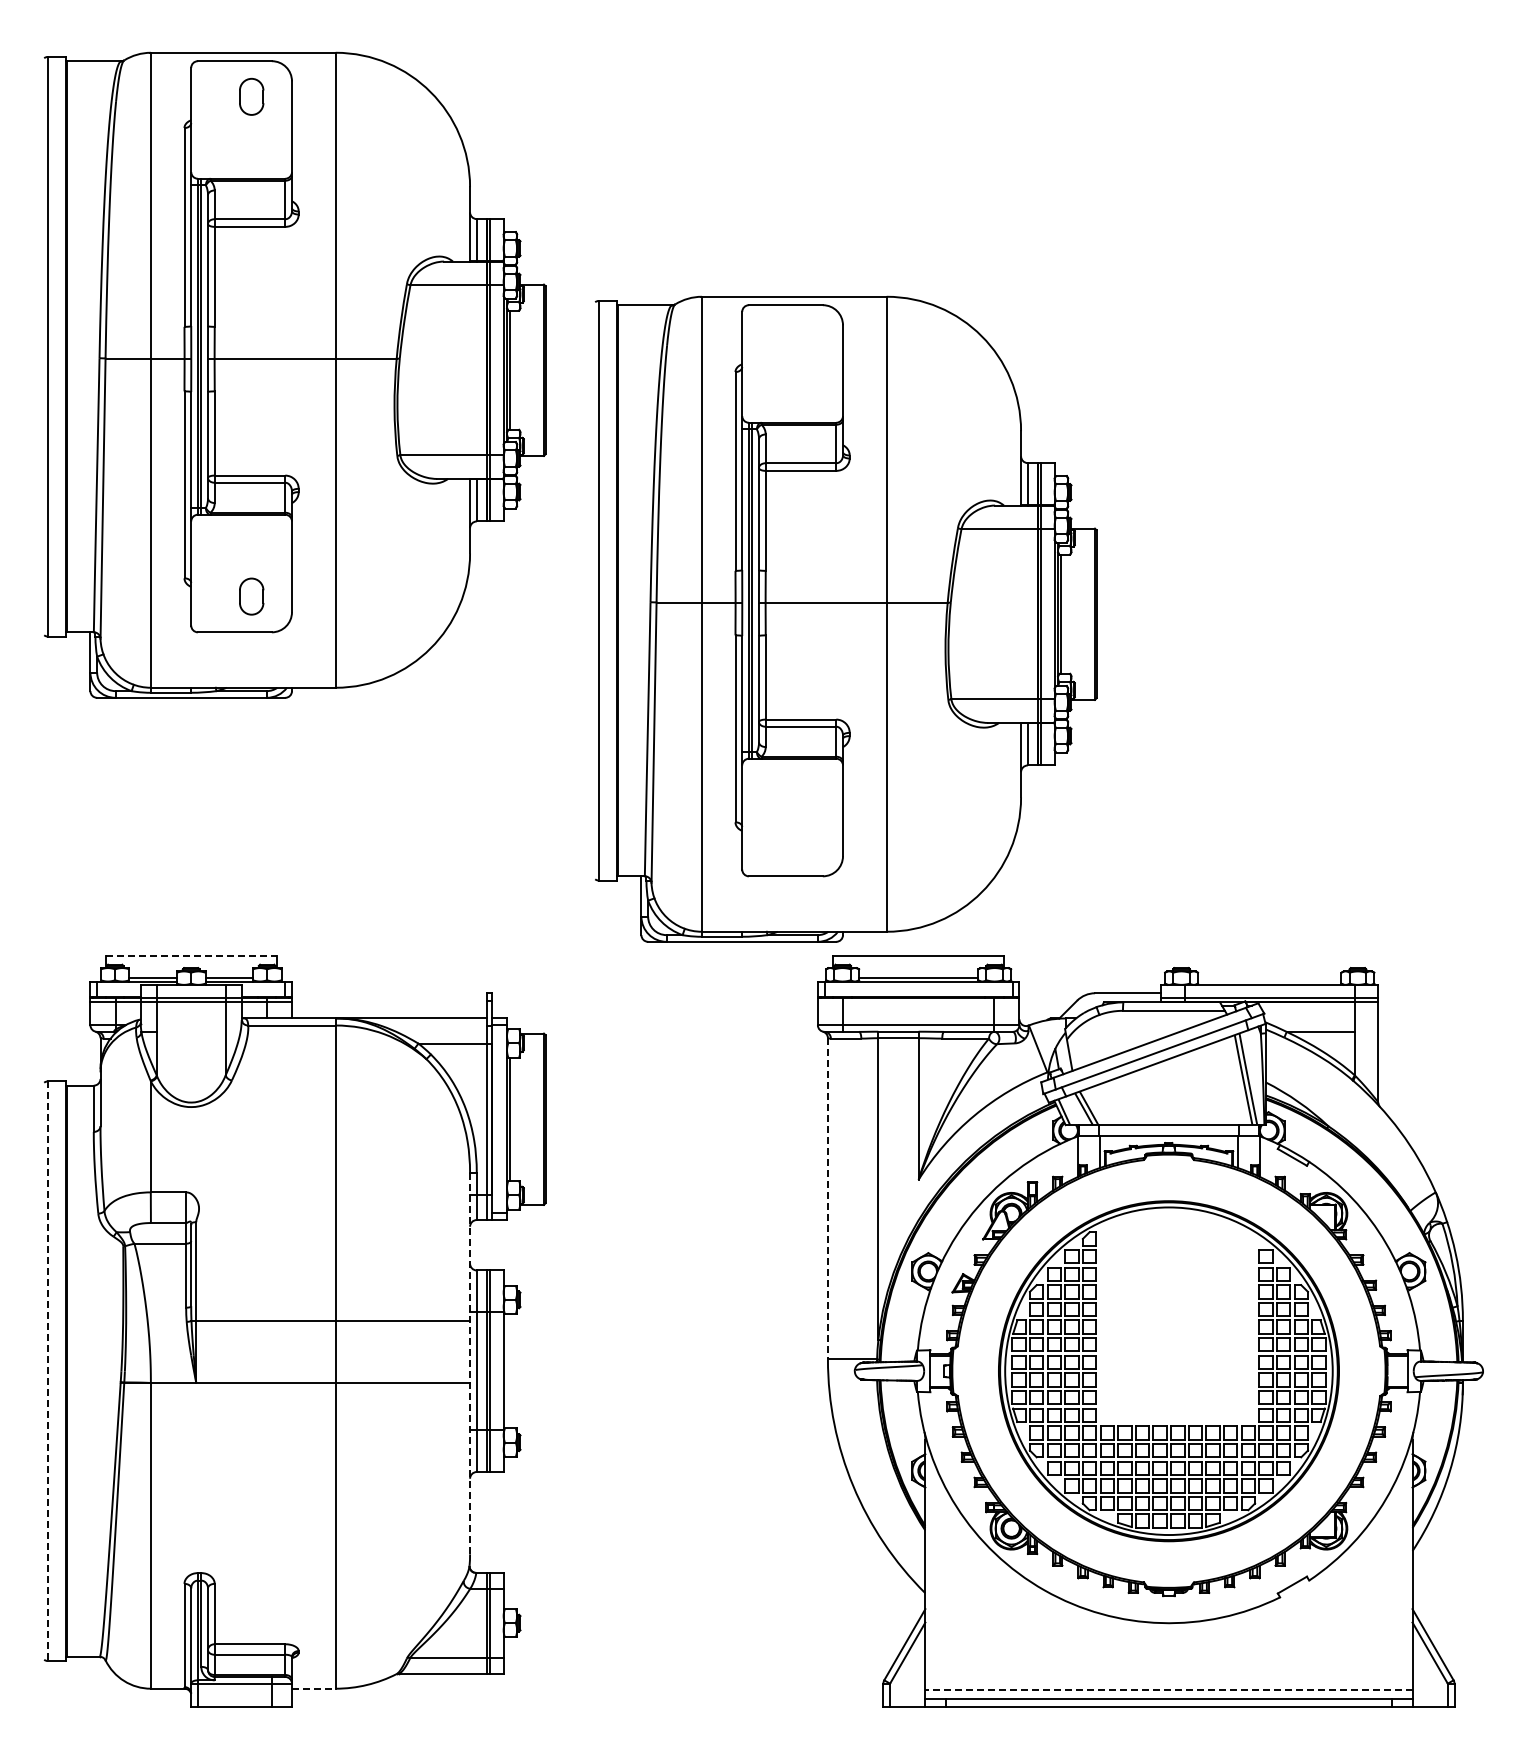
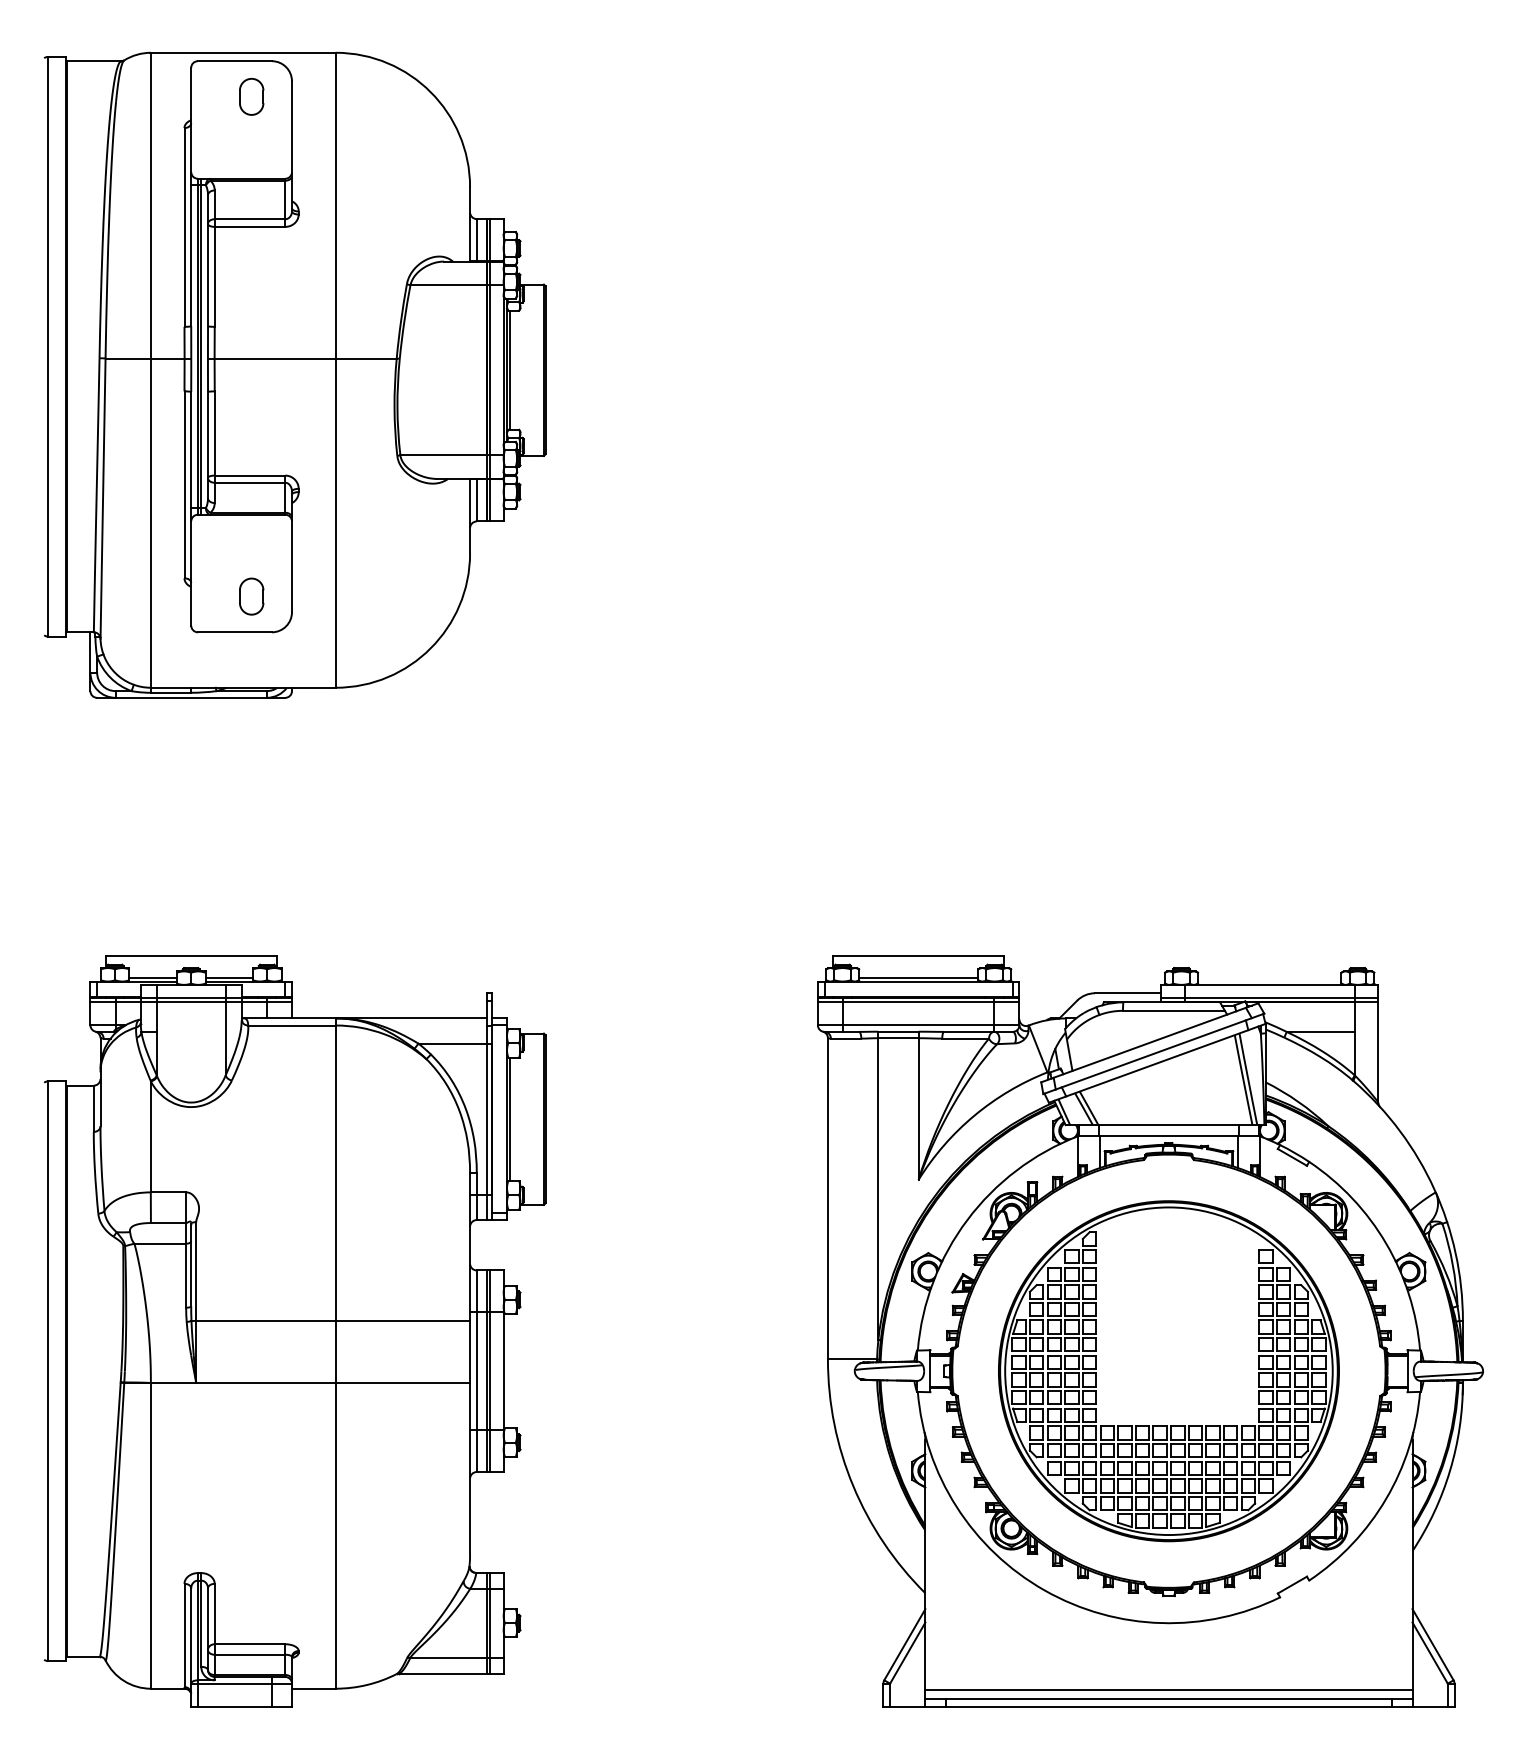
part at (845, 618): present -> none
line at (191, 956): dashed -> solid
line at (918, 1001): none -> present
line at (827, 1198): dashed -> solid
line at (470, 1363): dashed -> solid
line at (47, 1371): dashed -> solid
line at (313, 1688): dashed -> solid
line at (1168, 1690): dashed -> solid
